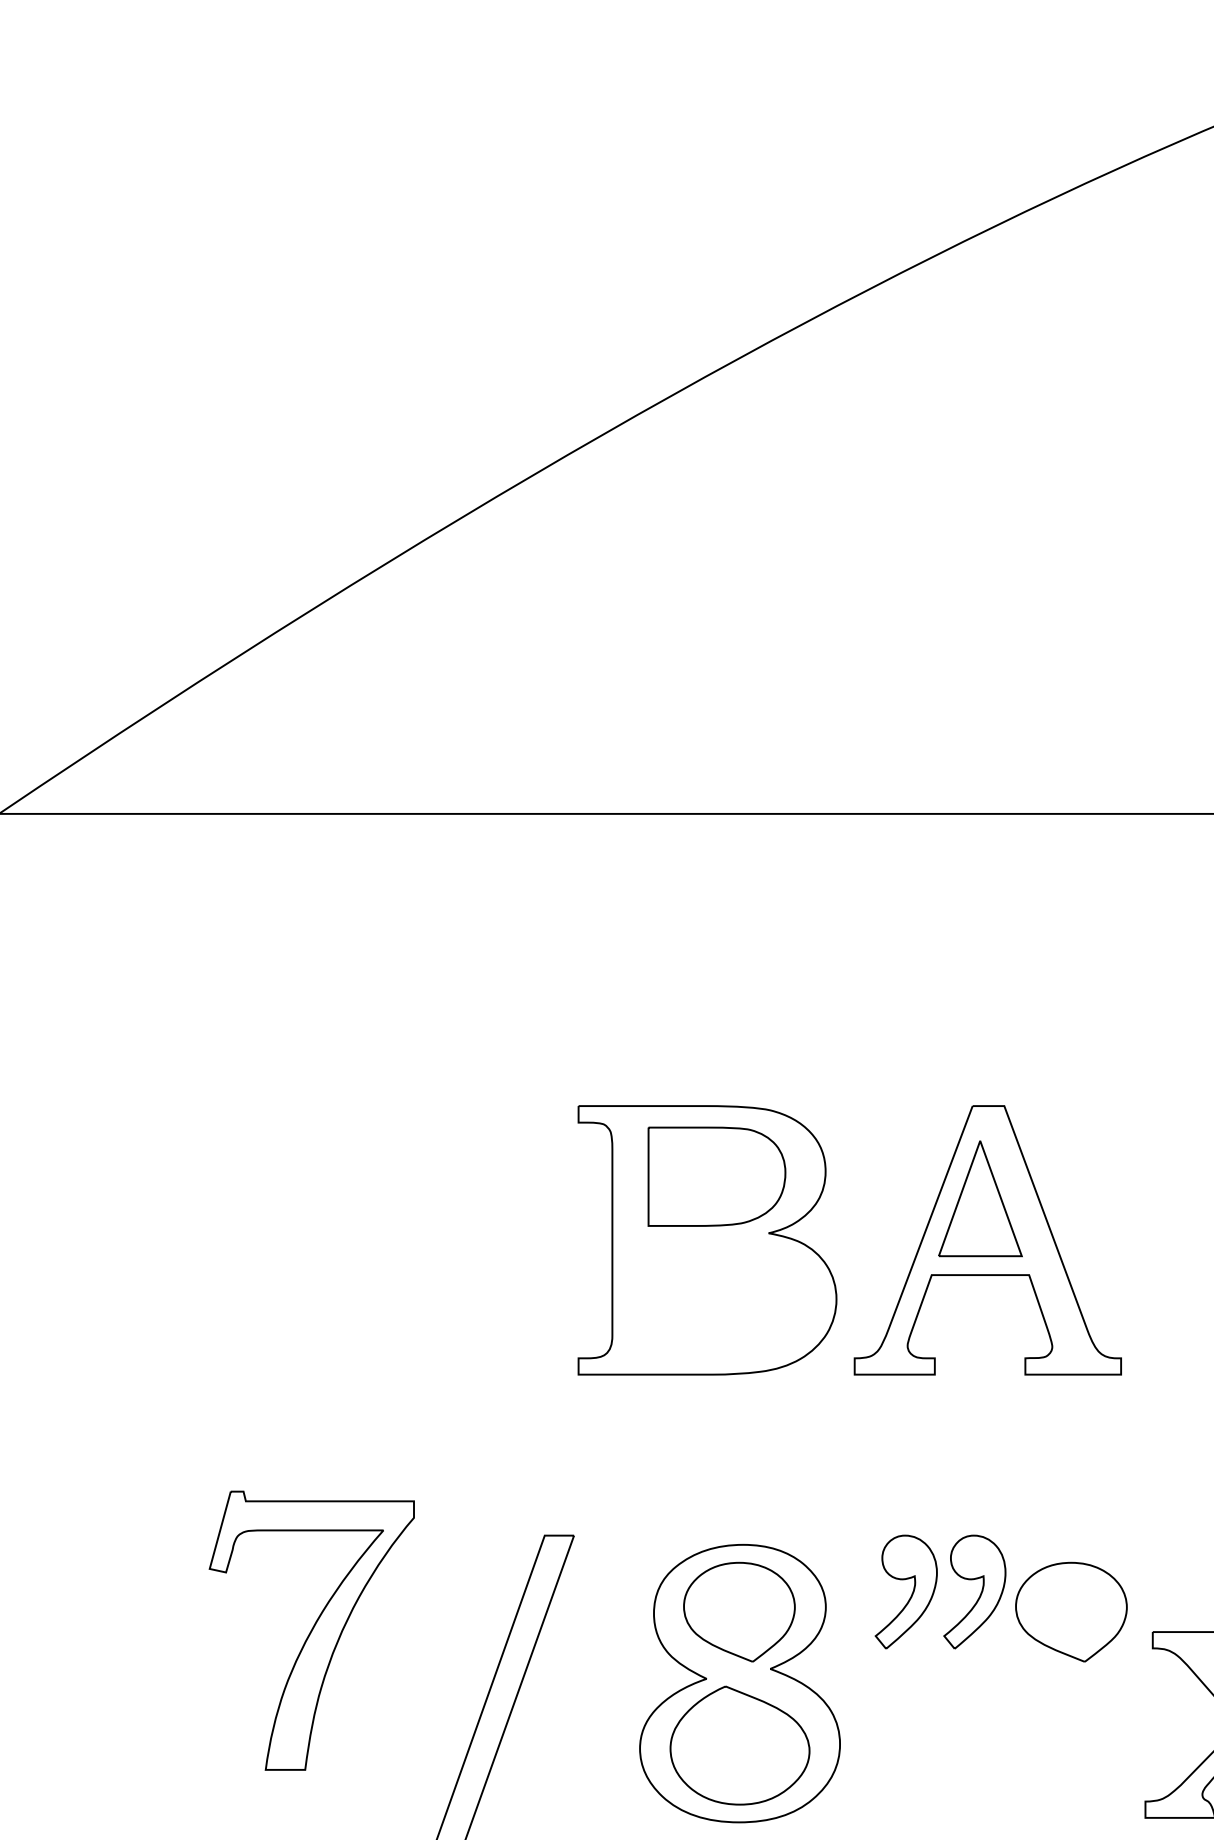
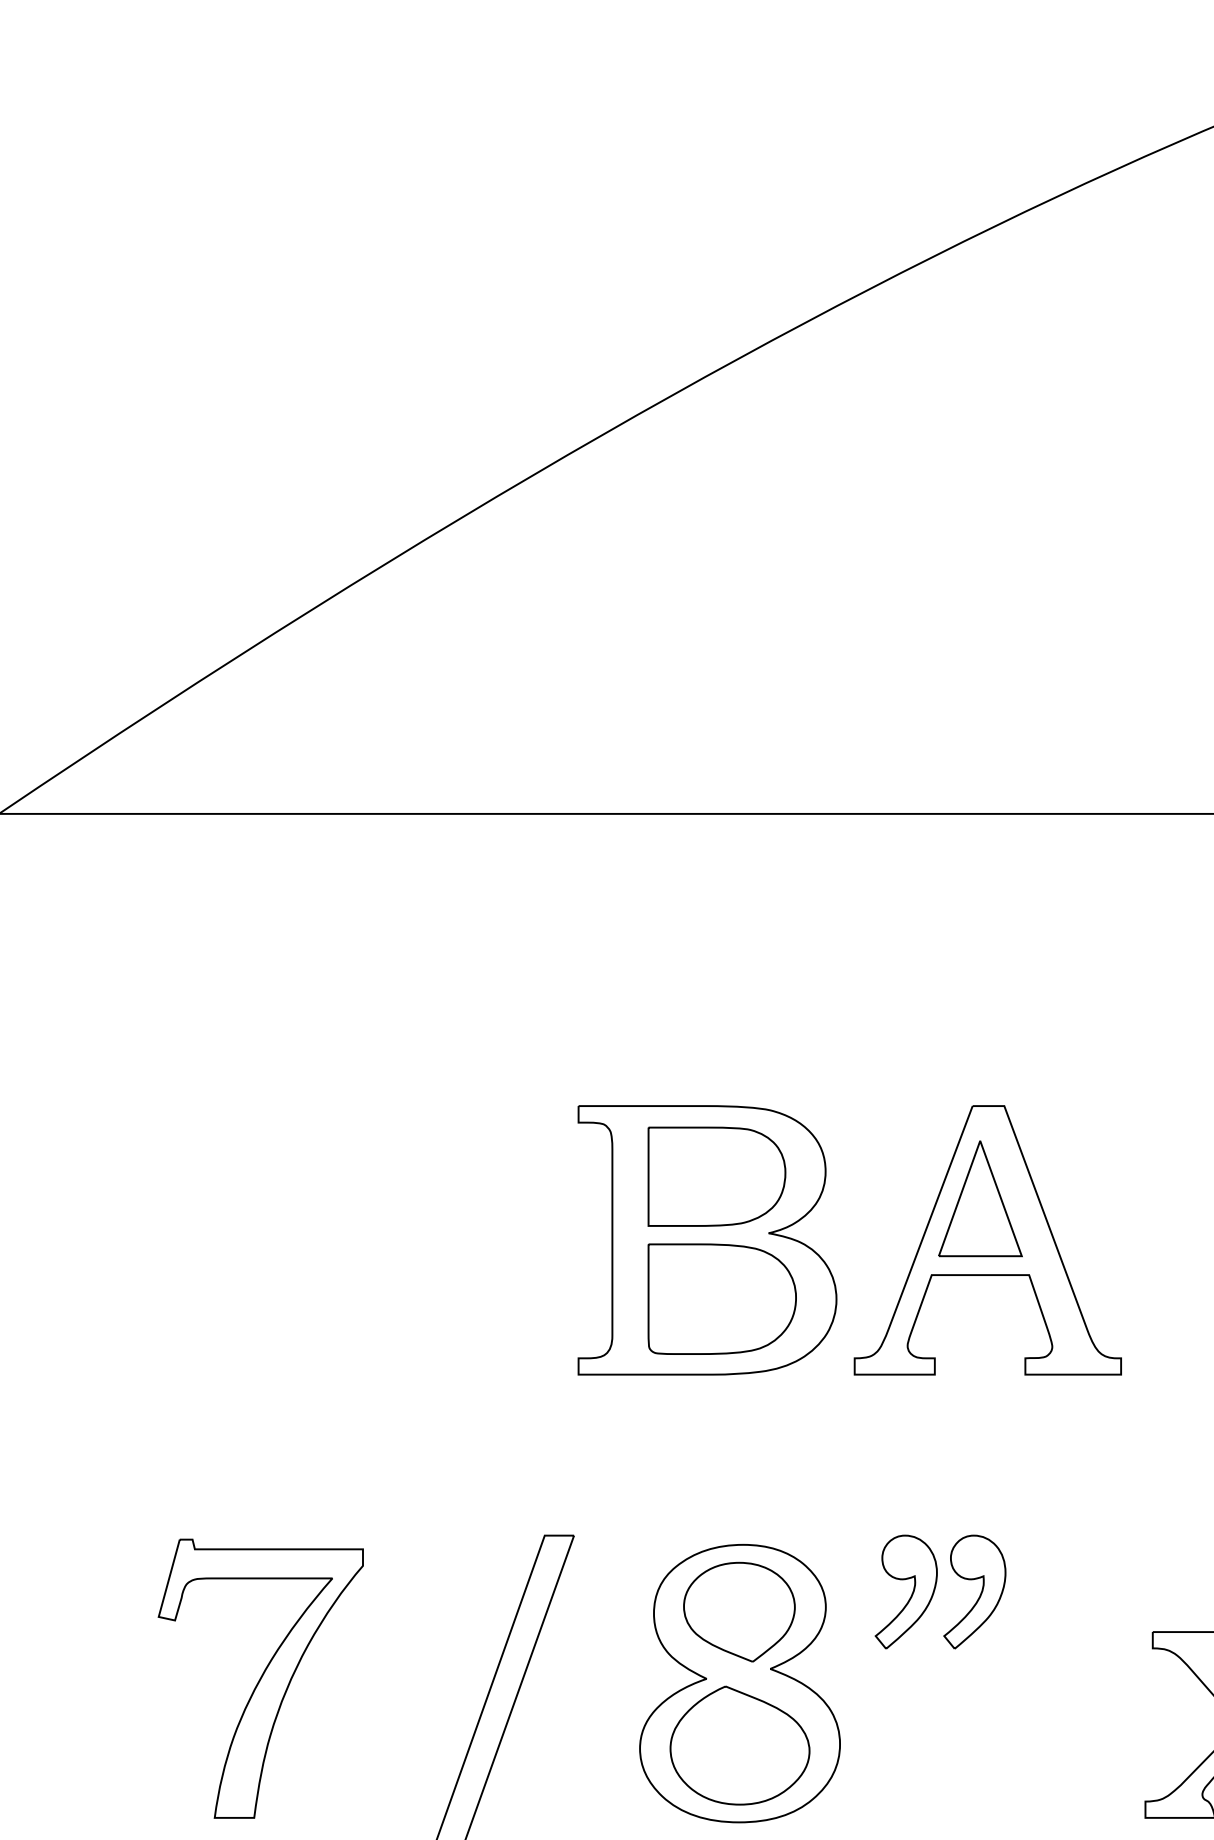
part at (721, 1298): none -> present
part at (1071, 1611): present -> none
part at (311, 1630) position: (311, 1630) -> (260, 1678)
